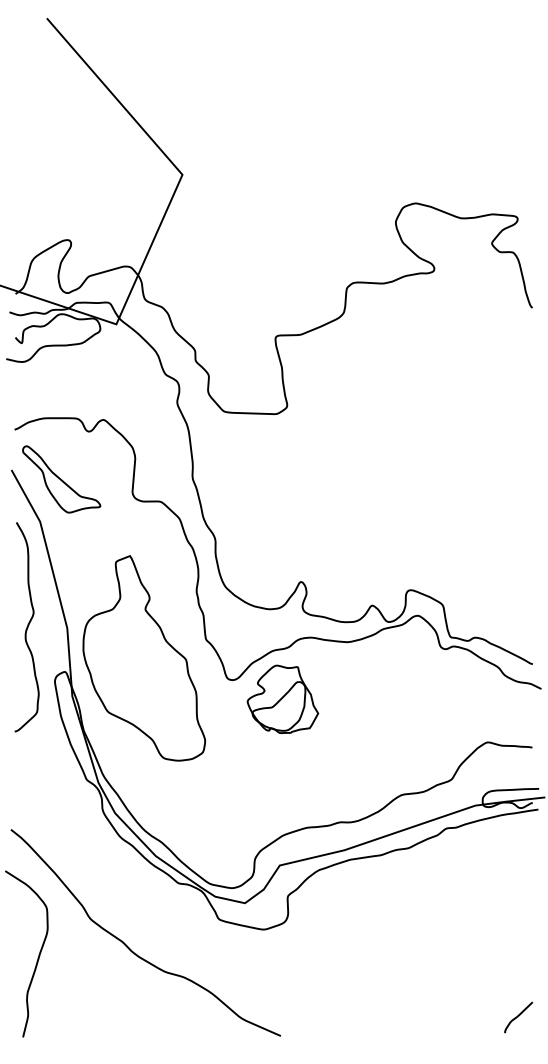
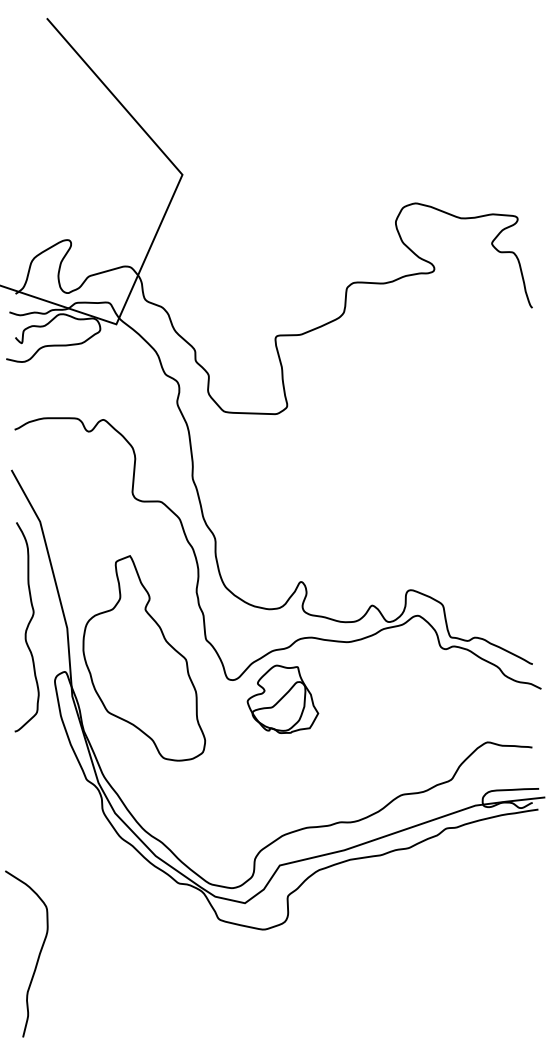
part at (61, 479): present -> none
curve at (129, 947): present -> none
curve at (518, 1017): present -> none
